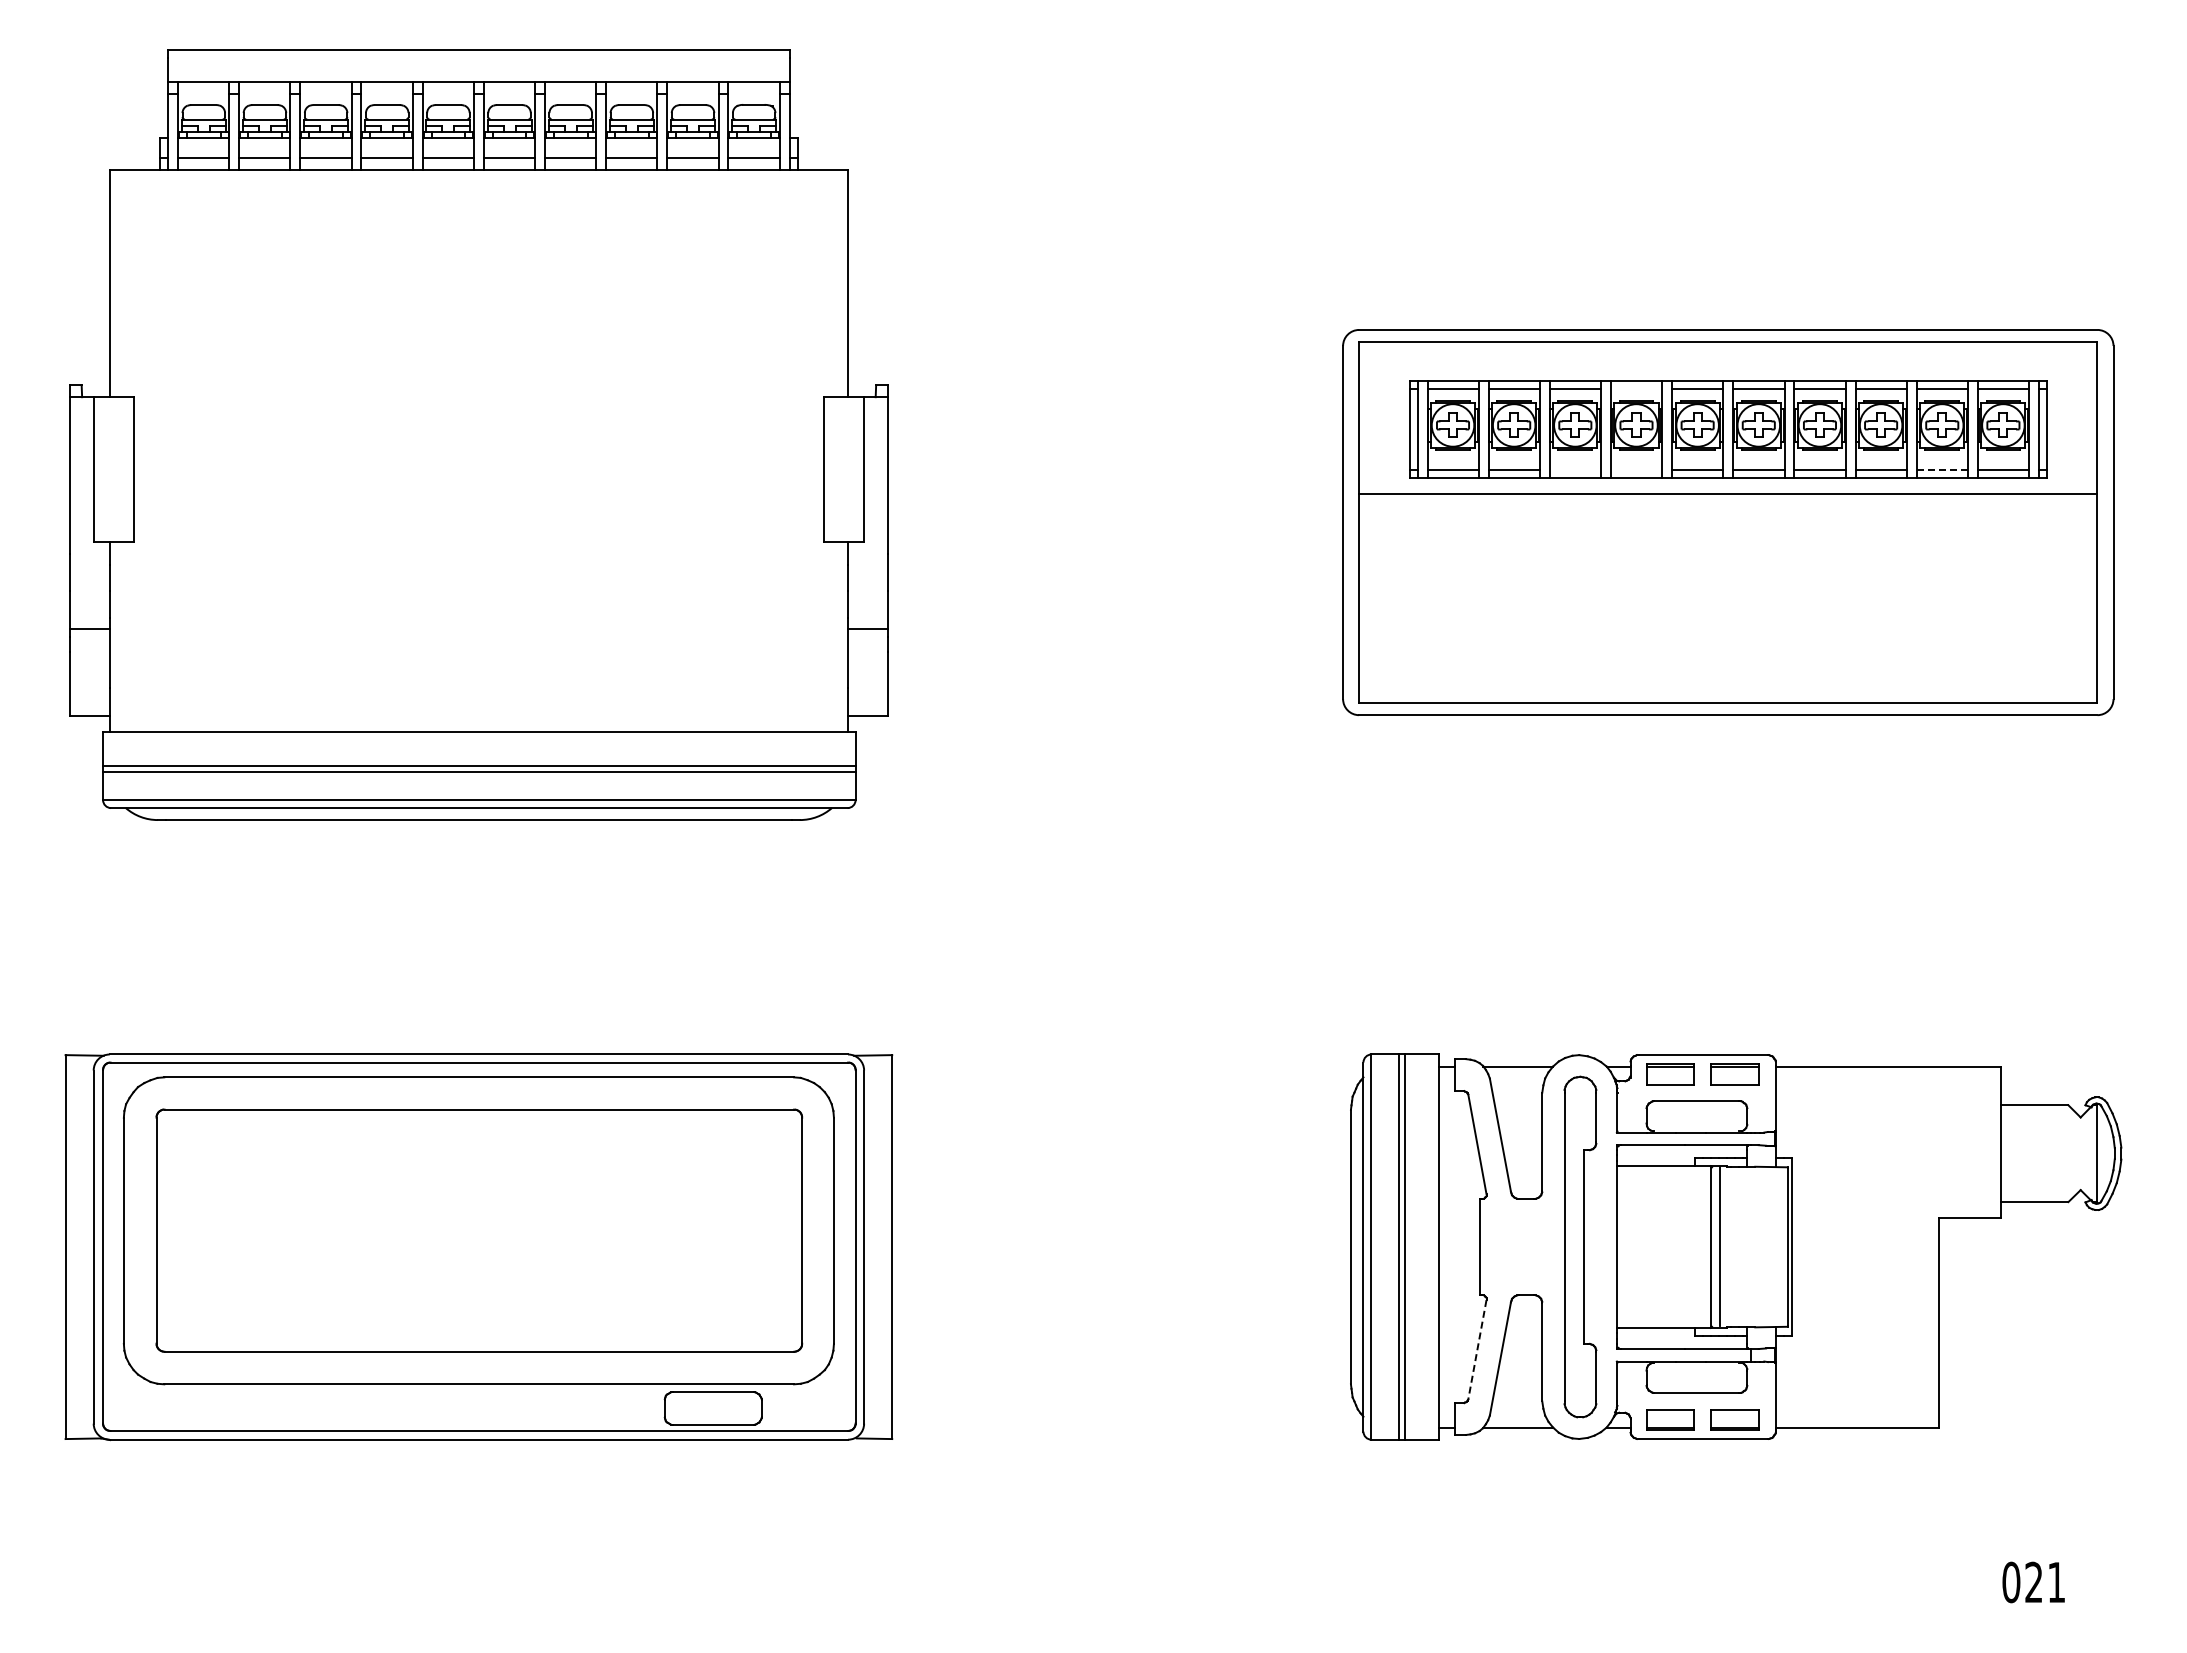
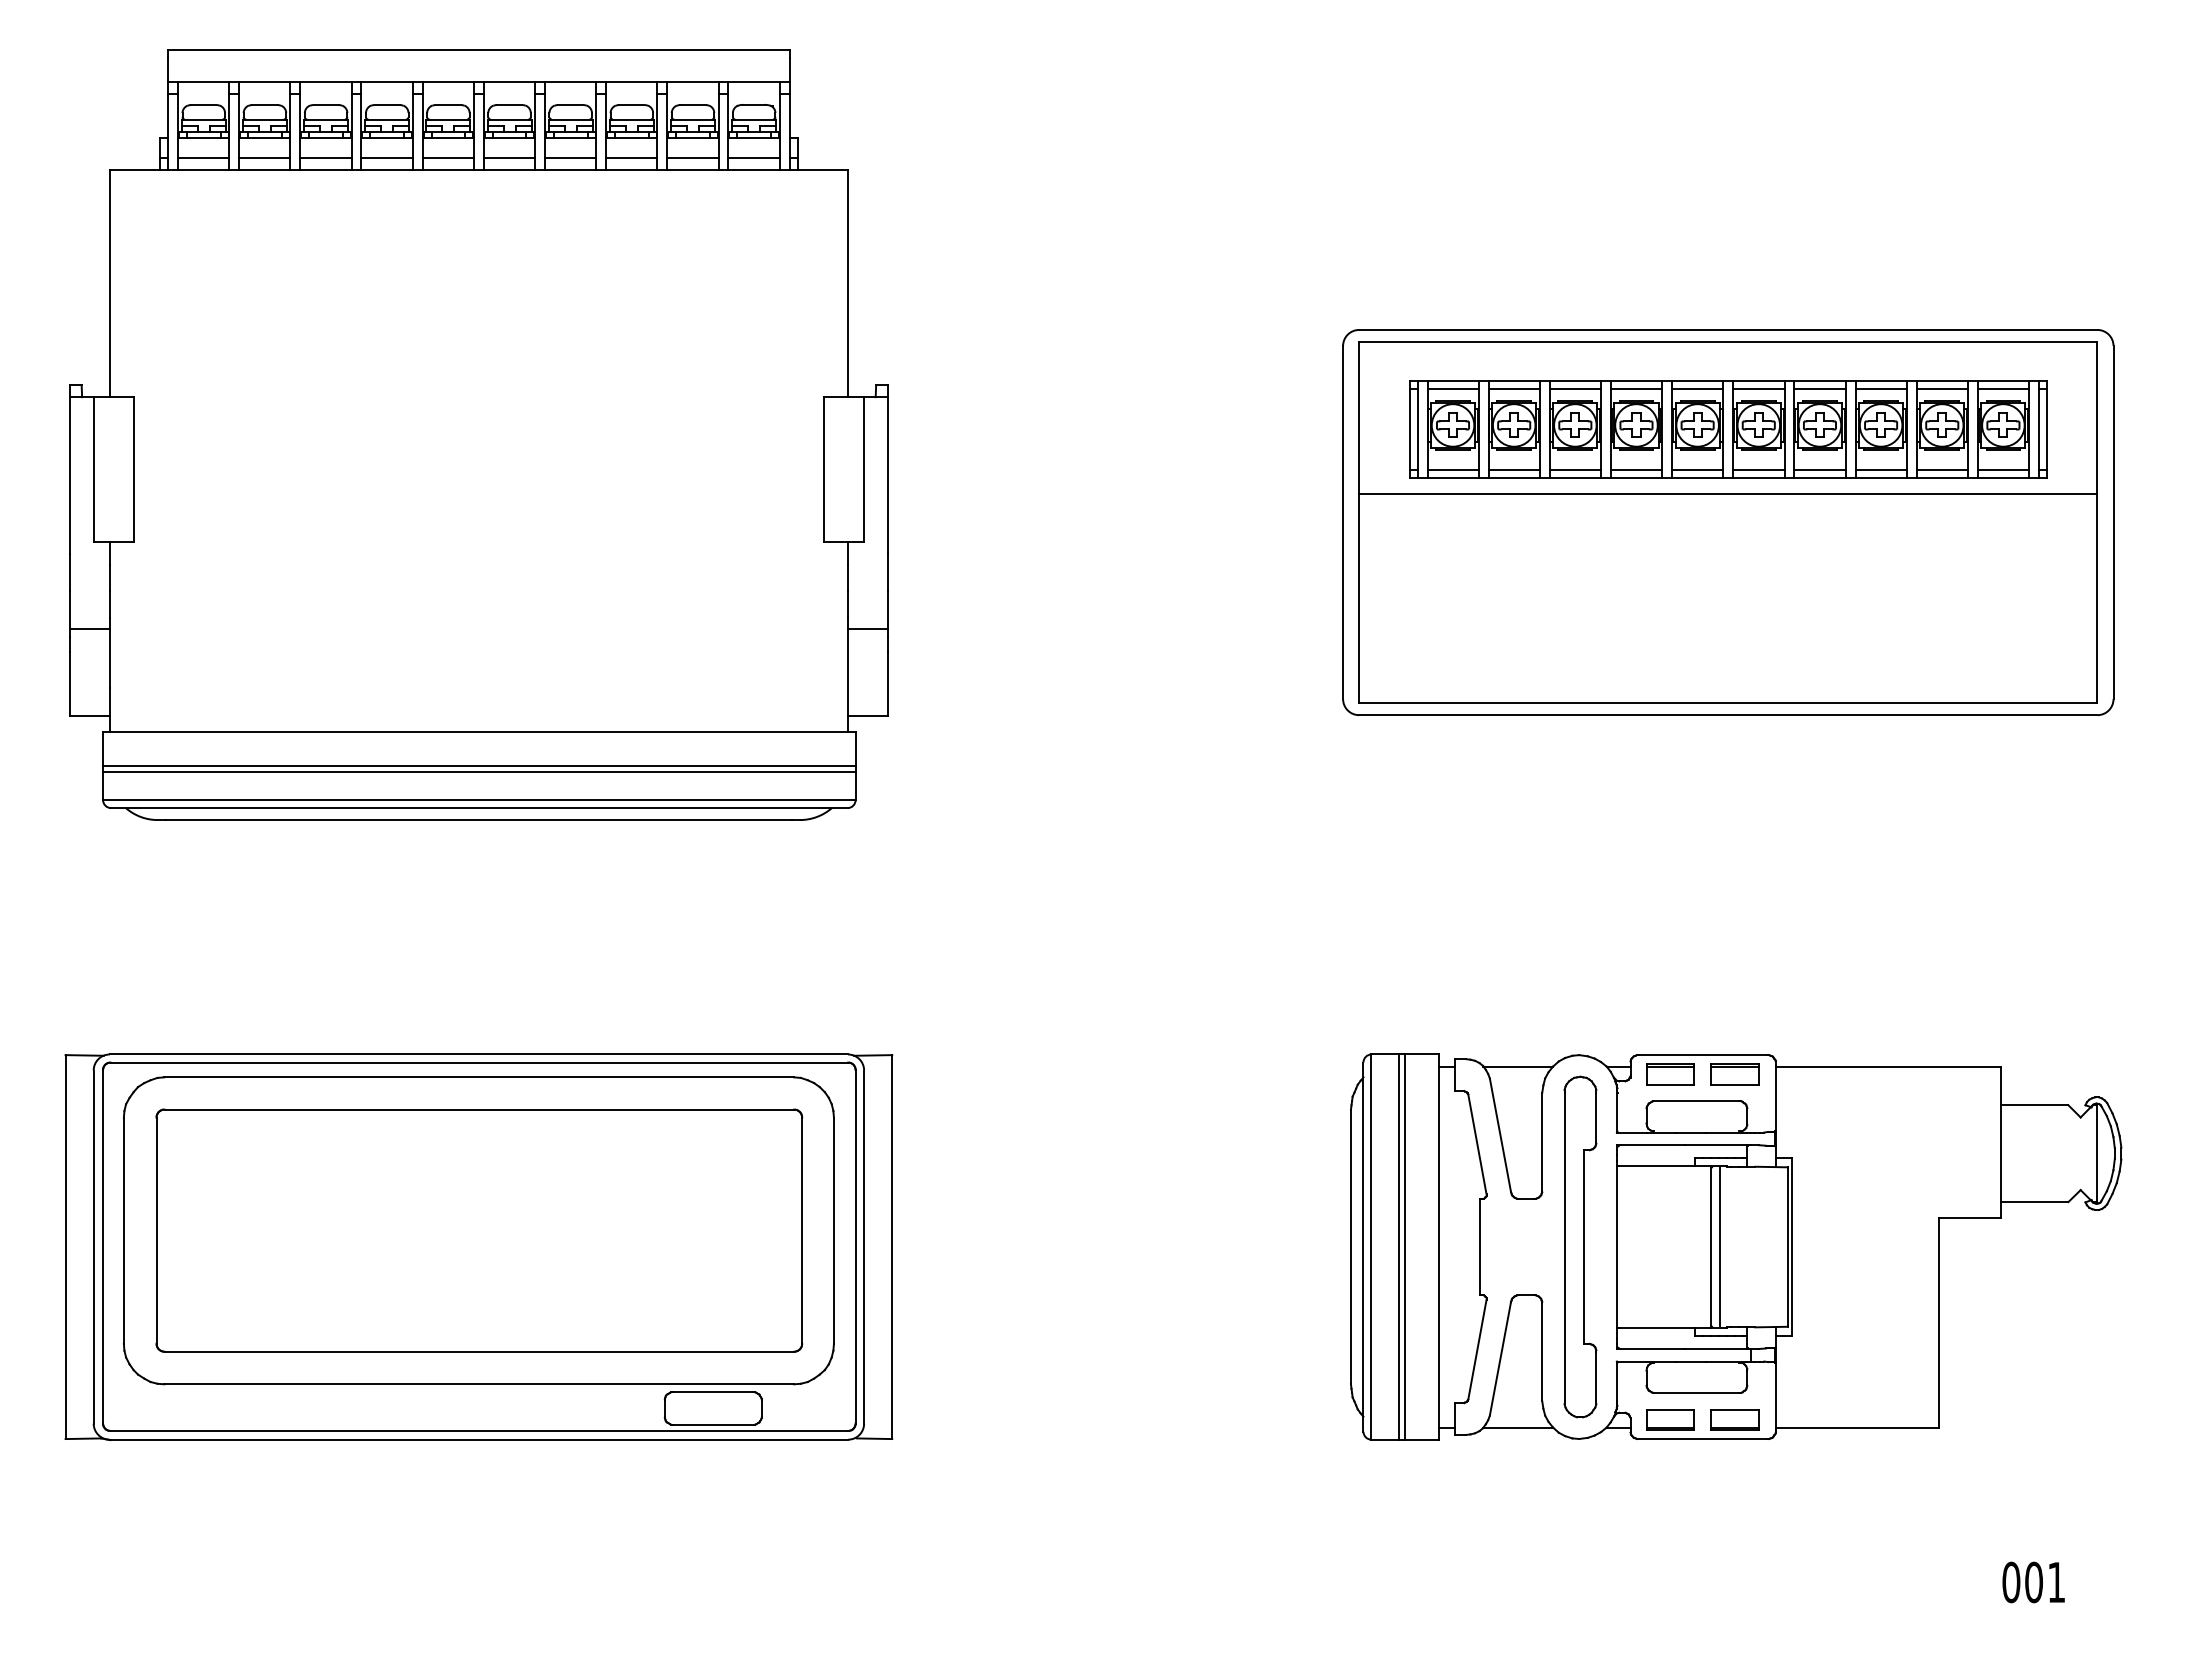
line at (1636, 389): none -> present
line at (1575, 469): none -> present
line at (1636, 469): none -> present
line at (1942, 469): dashed -> solid
line at (1477, 1349): dashed -> solid
text at (2033, 1582): 021 -> 001
